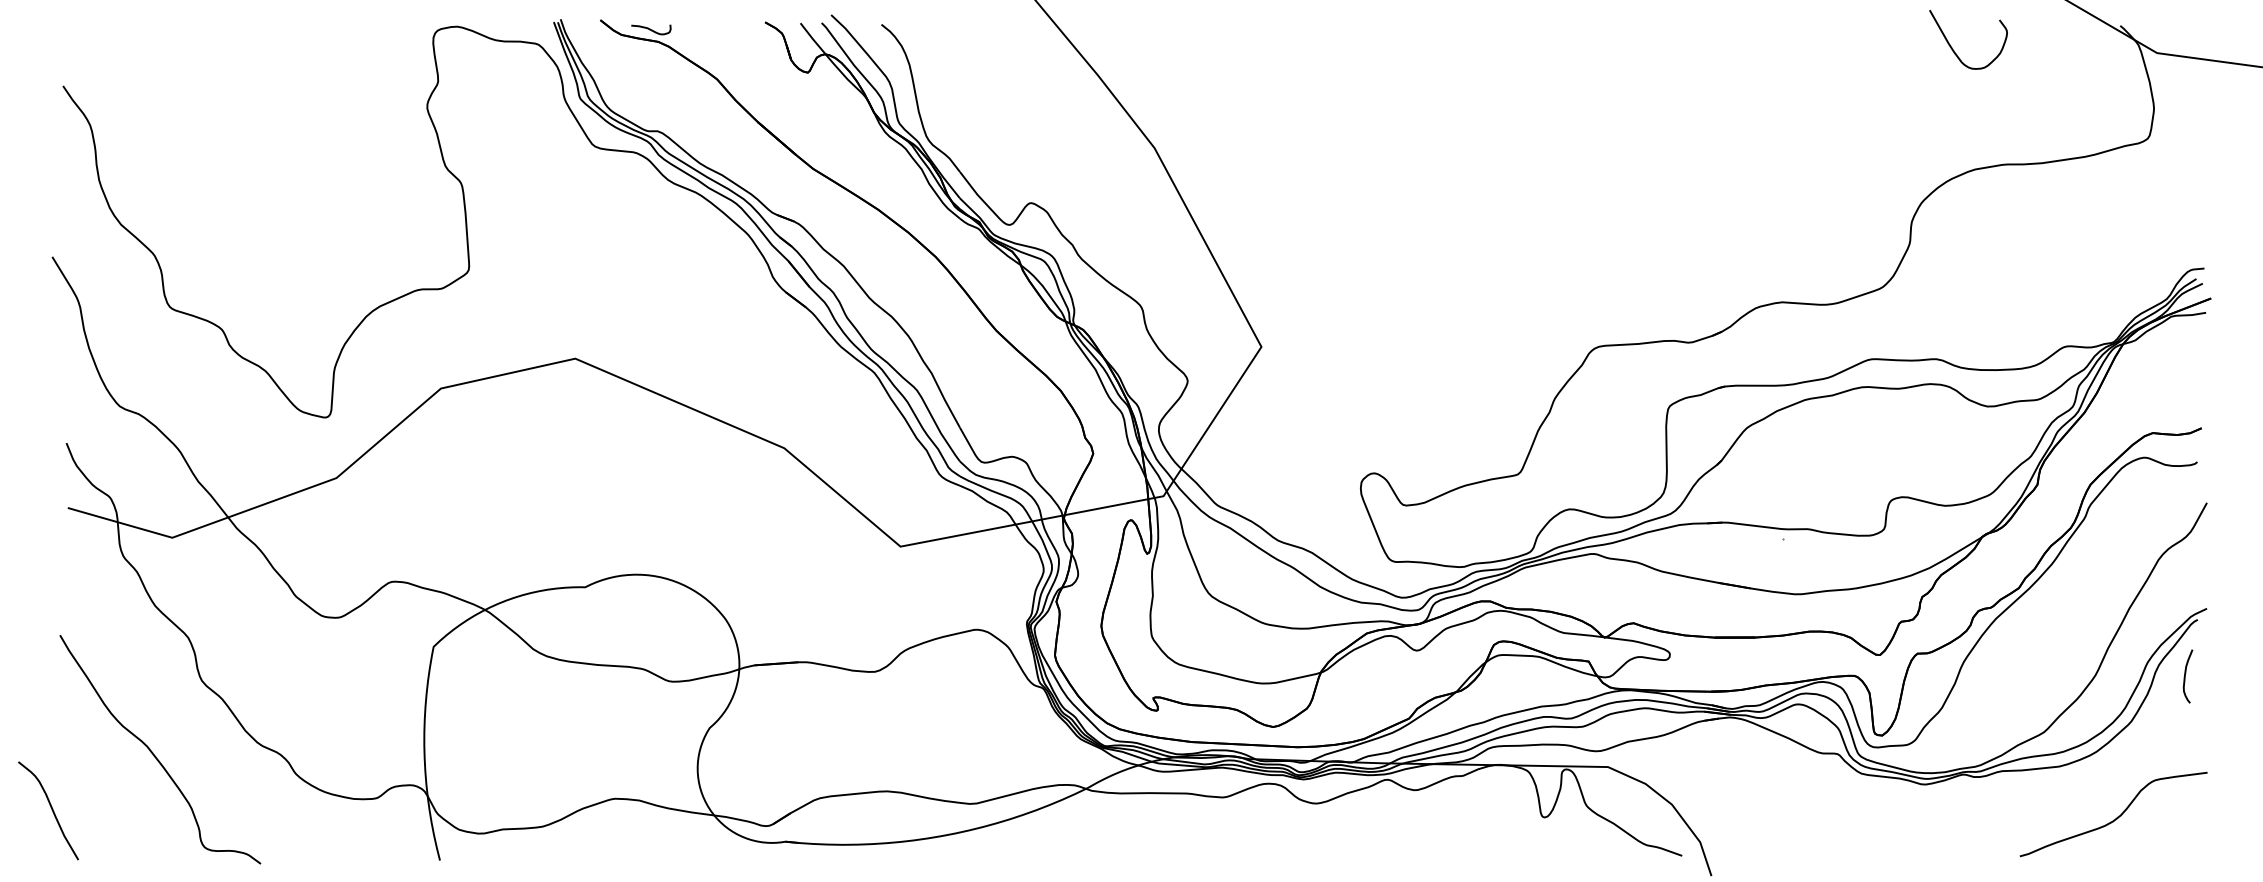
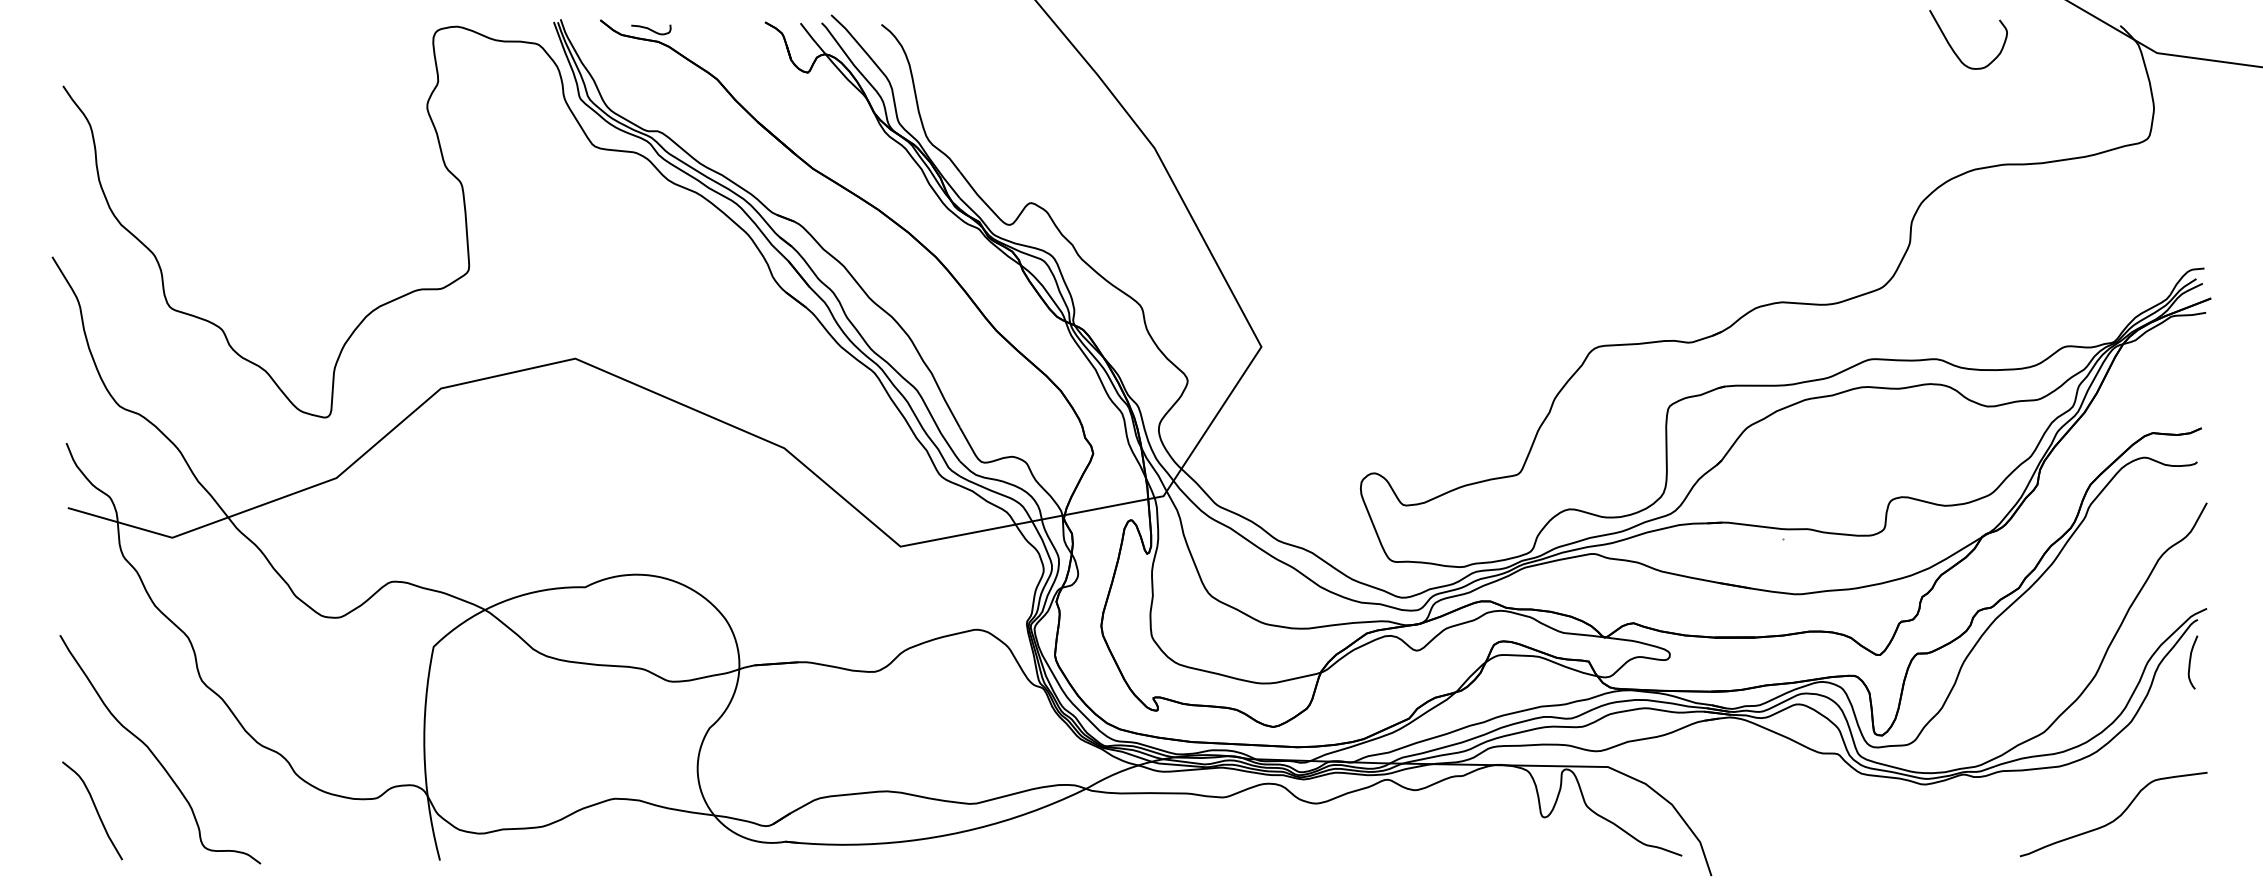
curve at (2185, 676) position: (2185, 676) -> (2190, 662)
curve at (51, 810) position: (51, 810) -> (95, 810)
